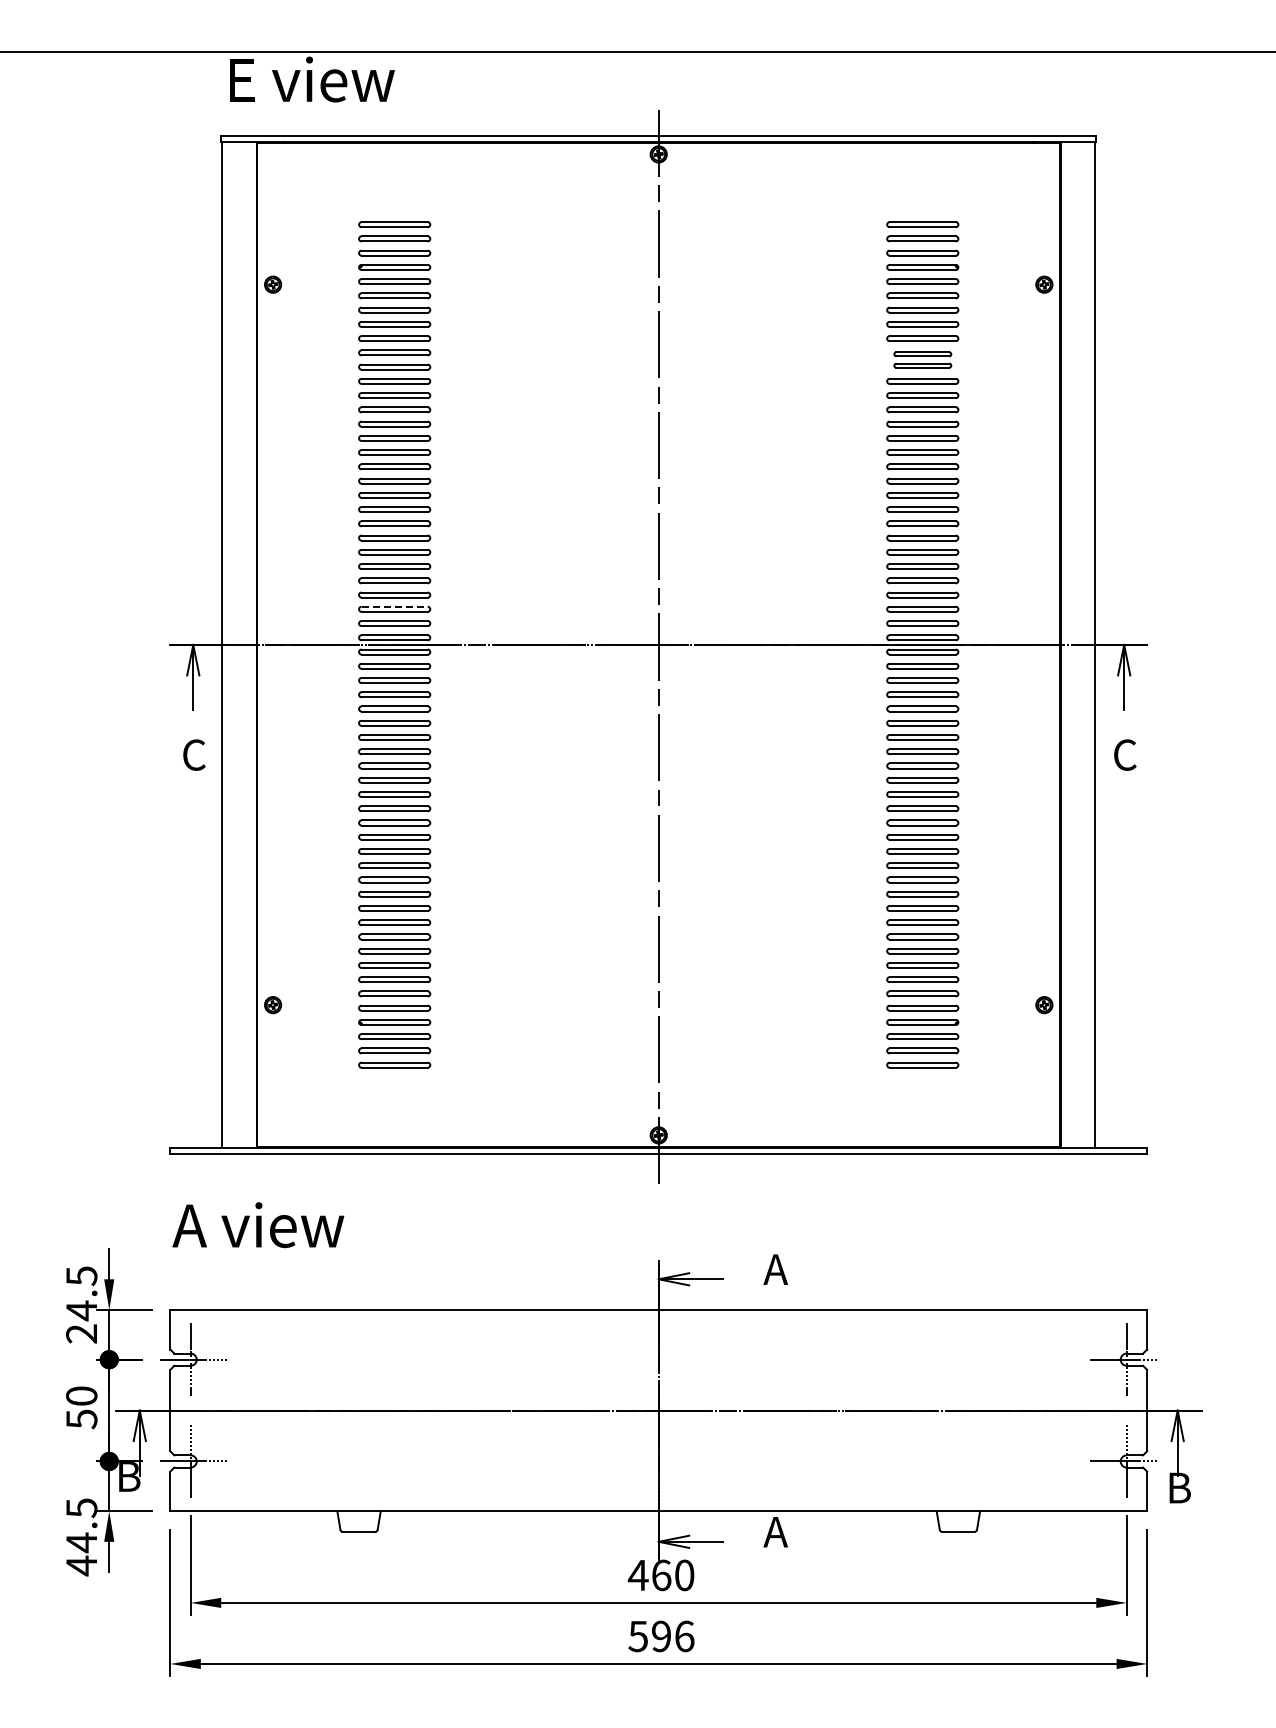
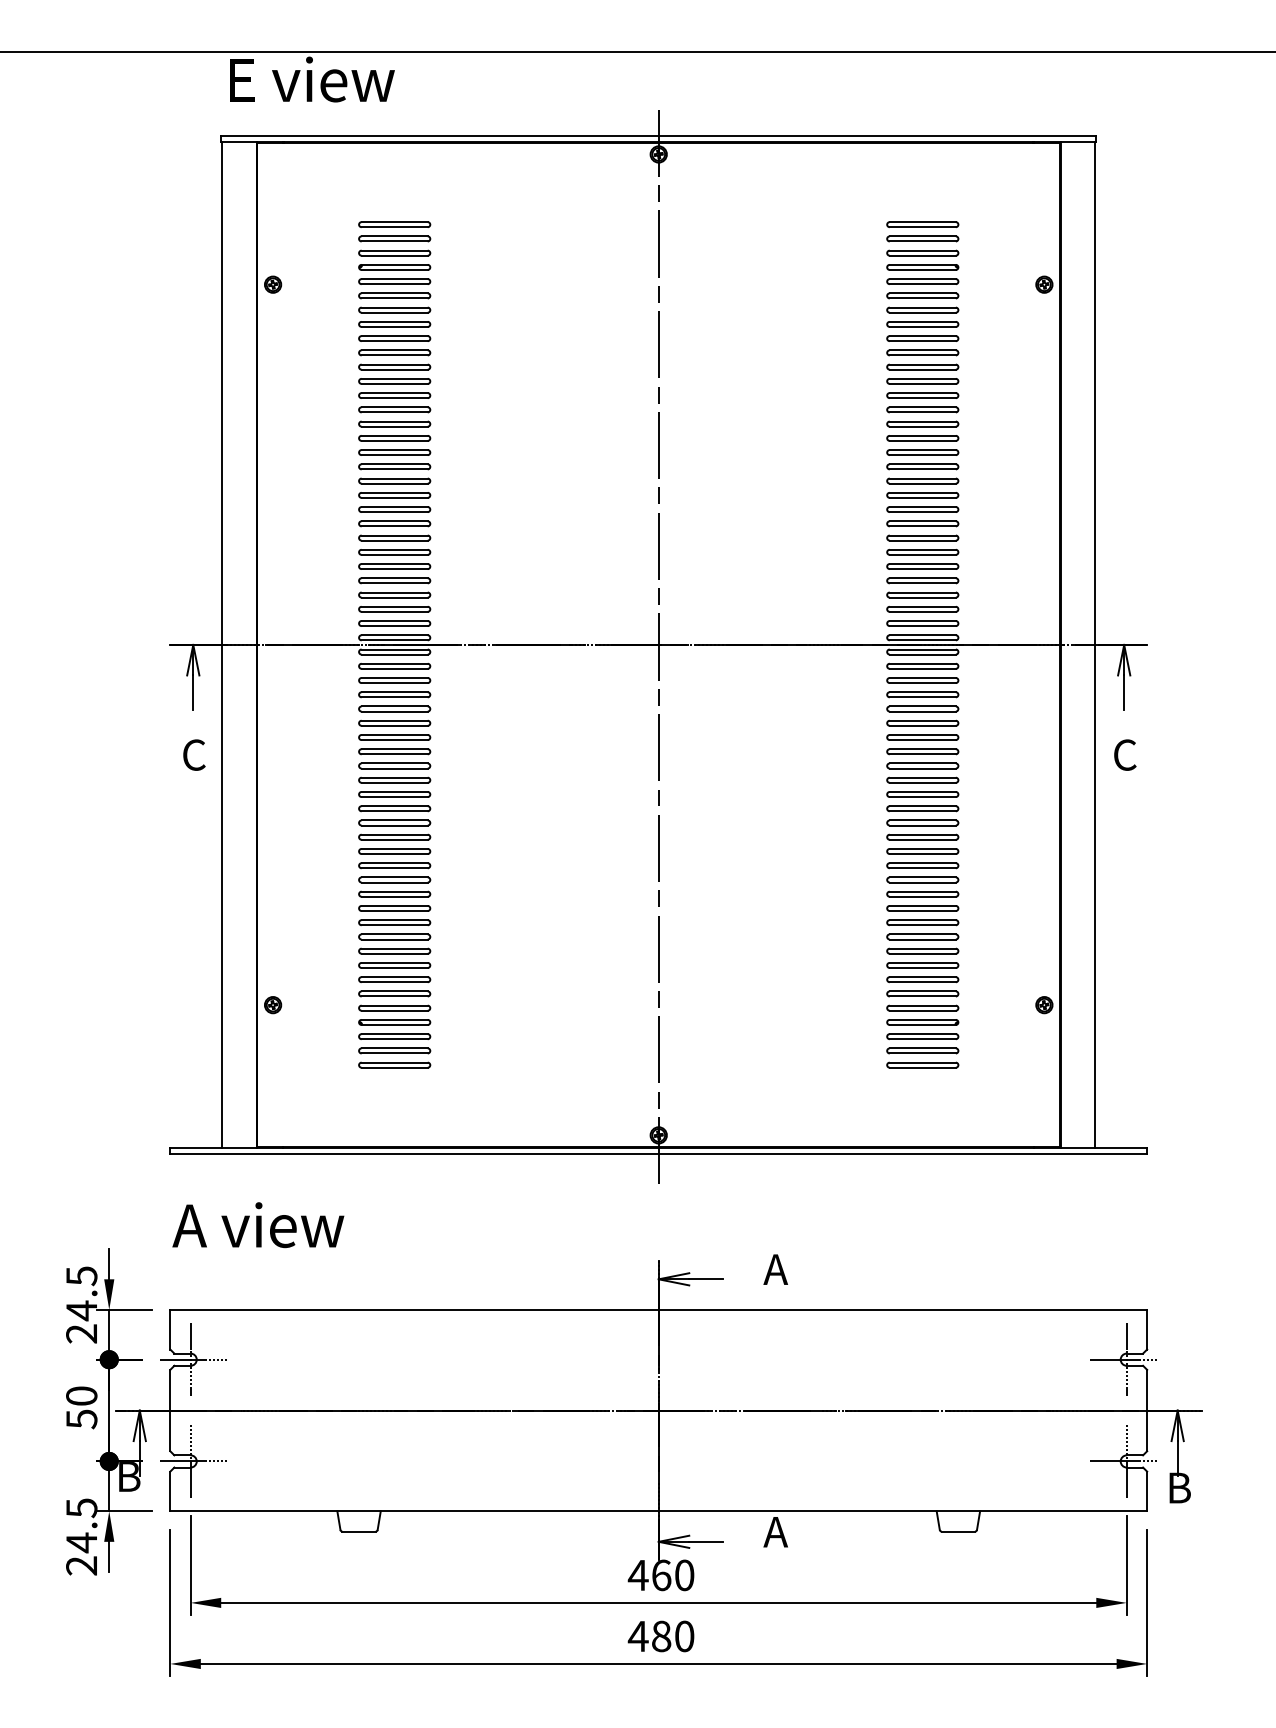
part at (922, 359) size: 60x18 px -> 74x22 px
line at (395, 606): dashed -> solid
text at (81, 1565): 44.5 -> 24.5
text at (660, 1636): 596 -> 480
